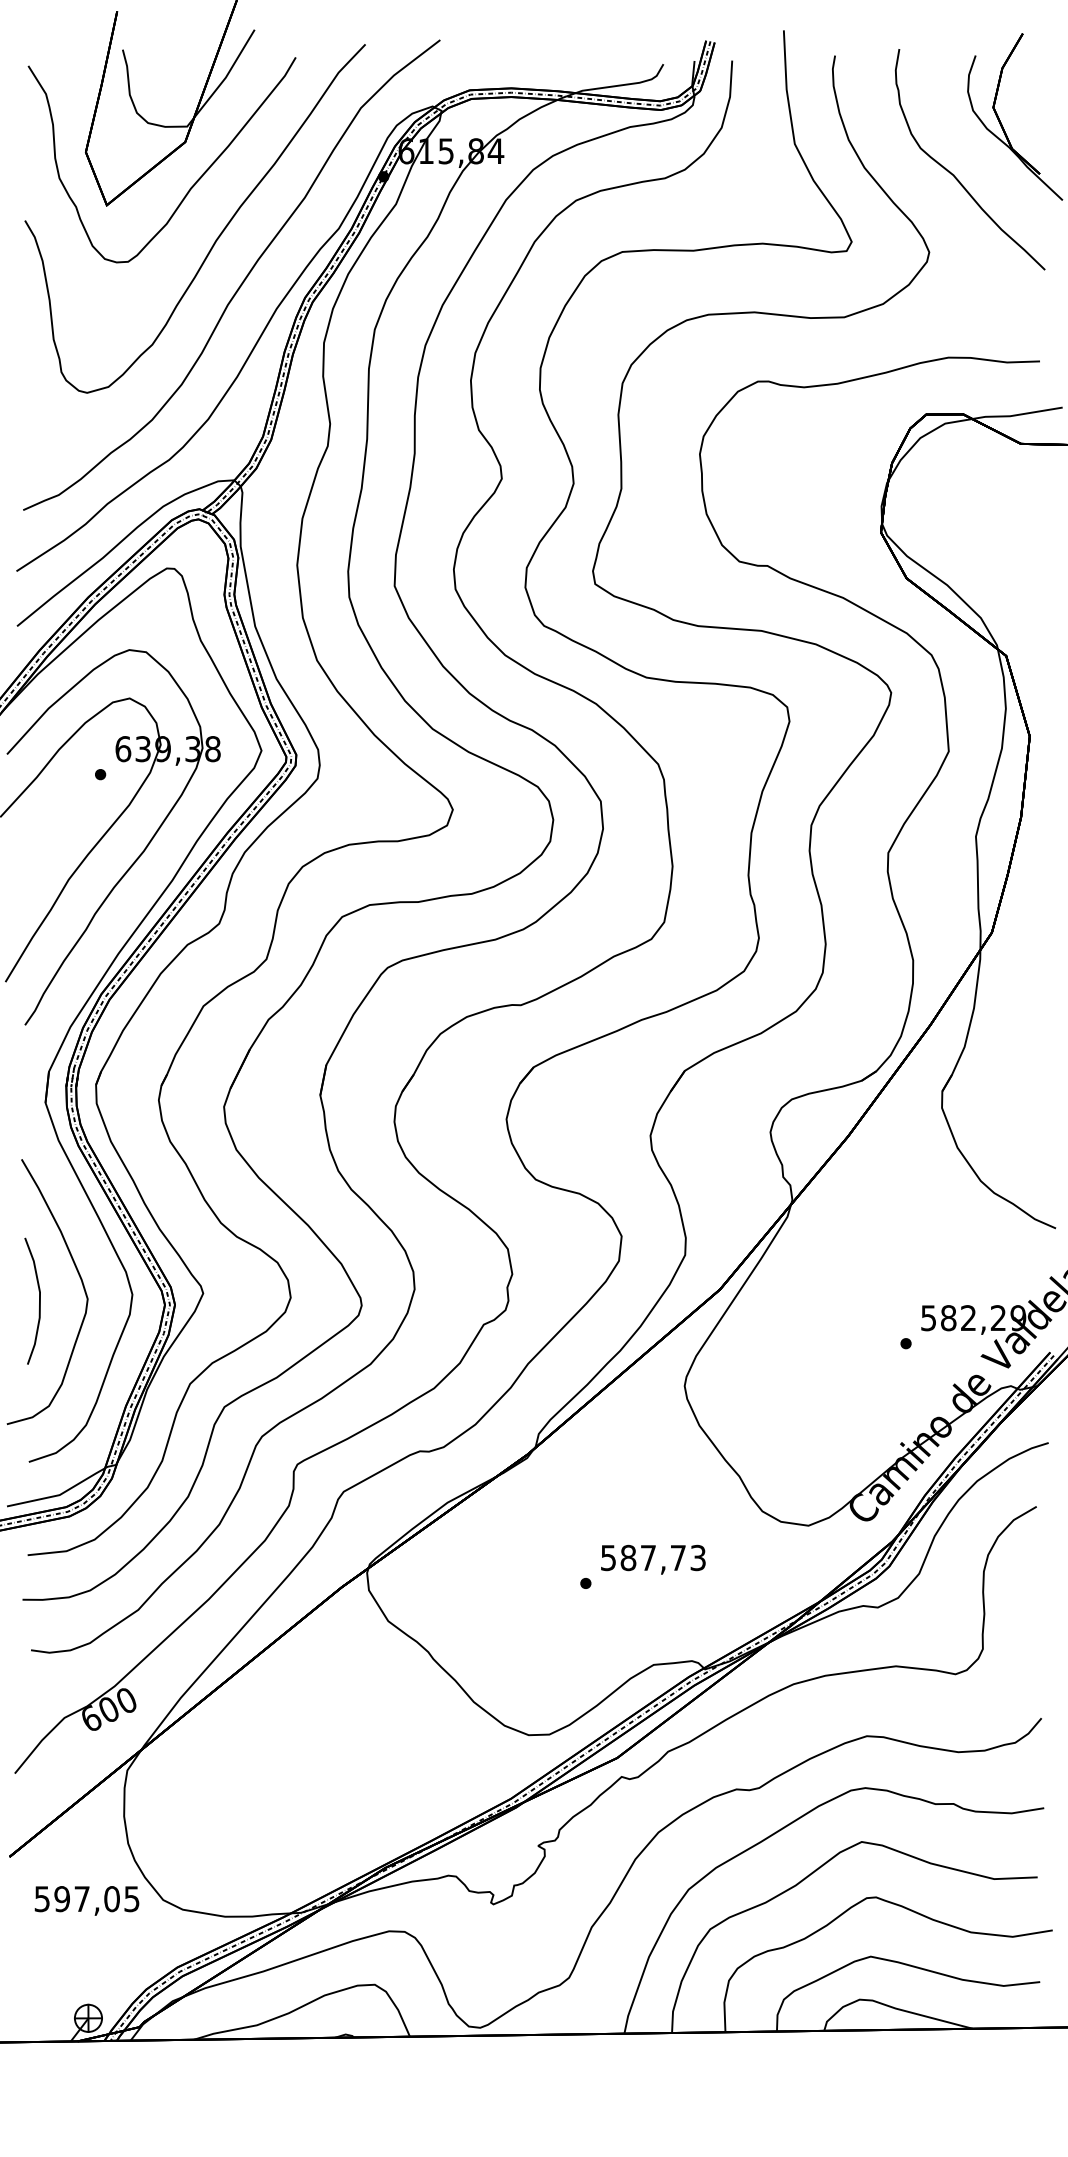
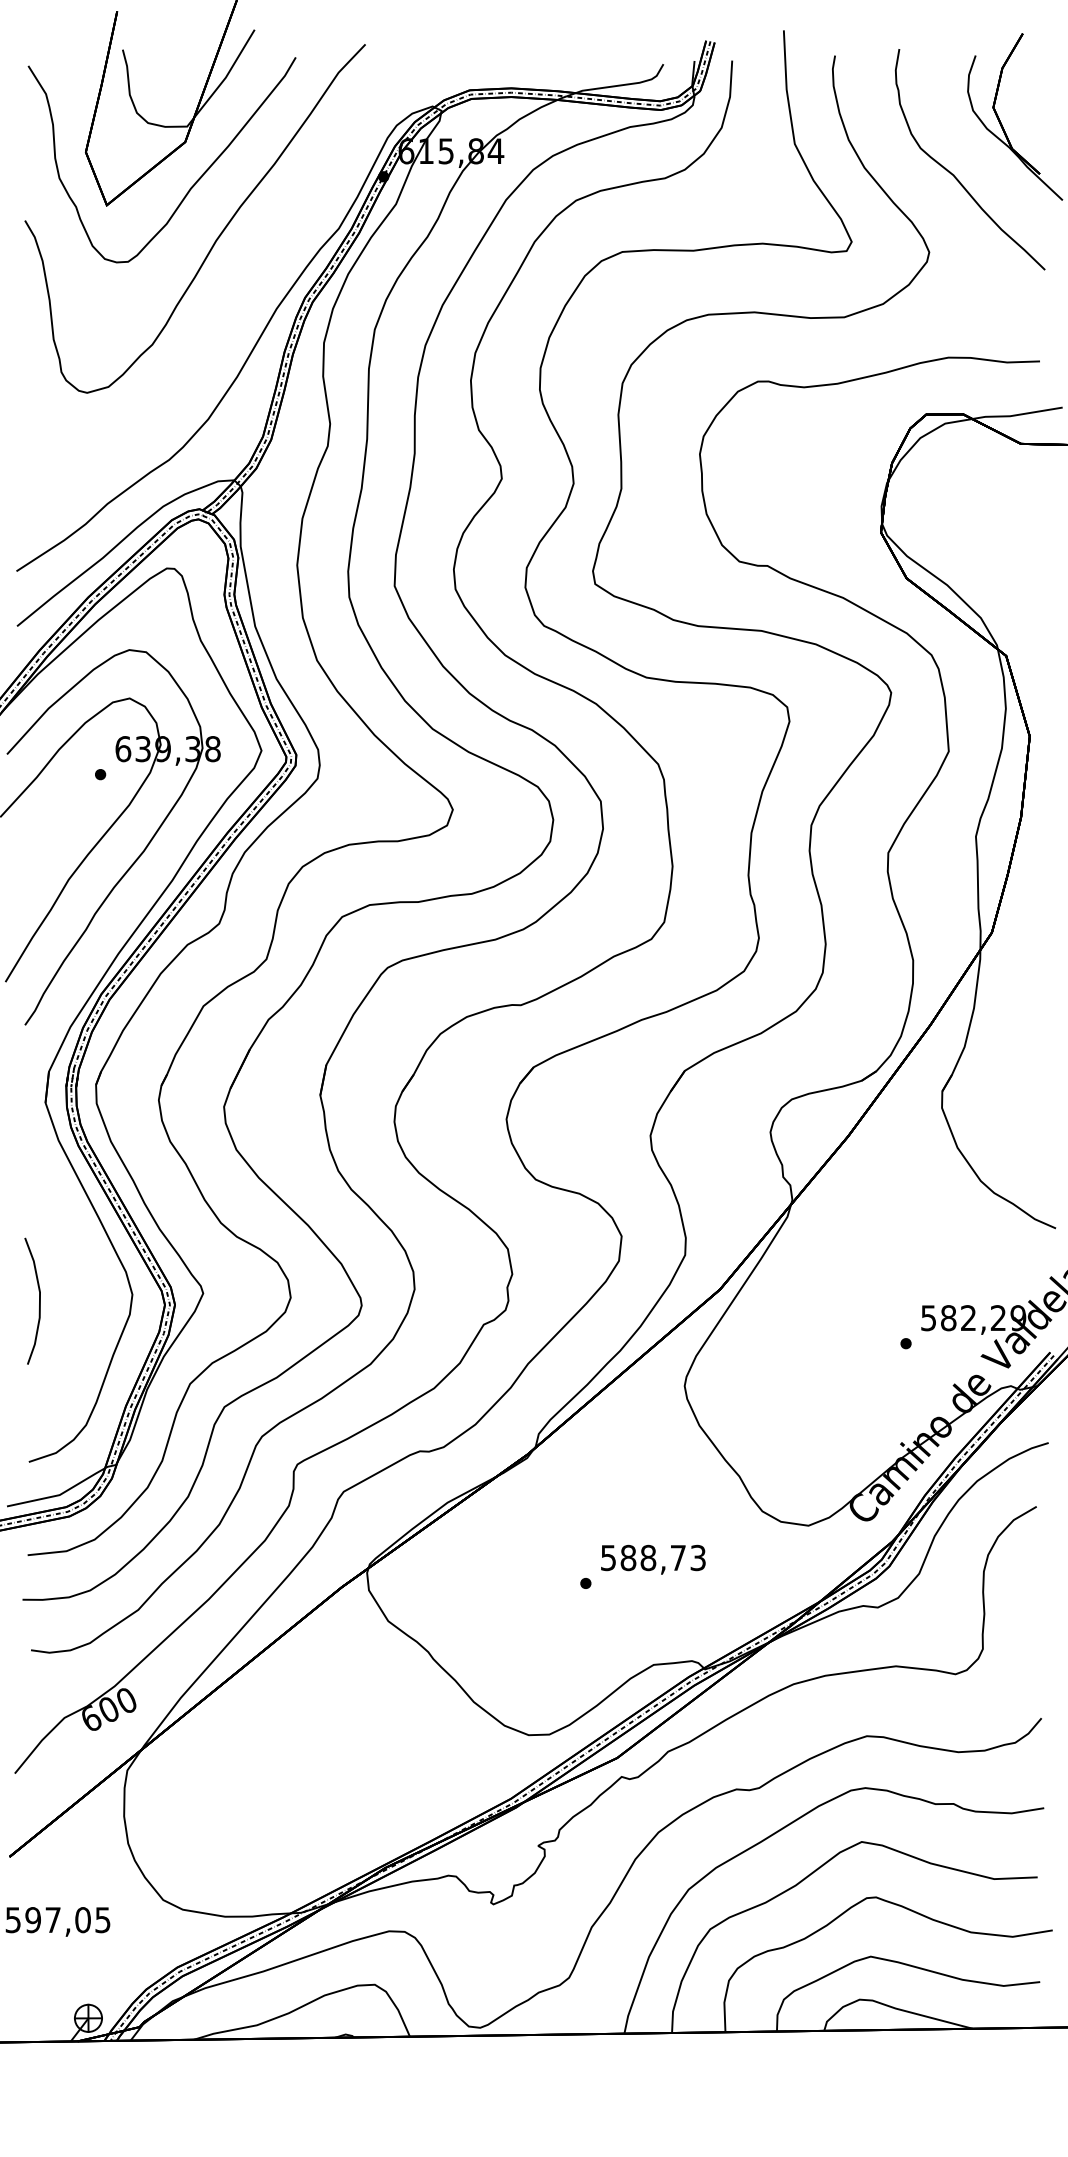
curve at (241, 282): present -> none
curve at (80, 1280): present -> none
text at (648, 1557): 587,73 -> 588,73
text at (86, 1900) position: (86, 1900) -> (57, 1921)
